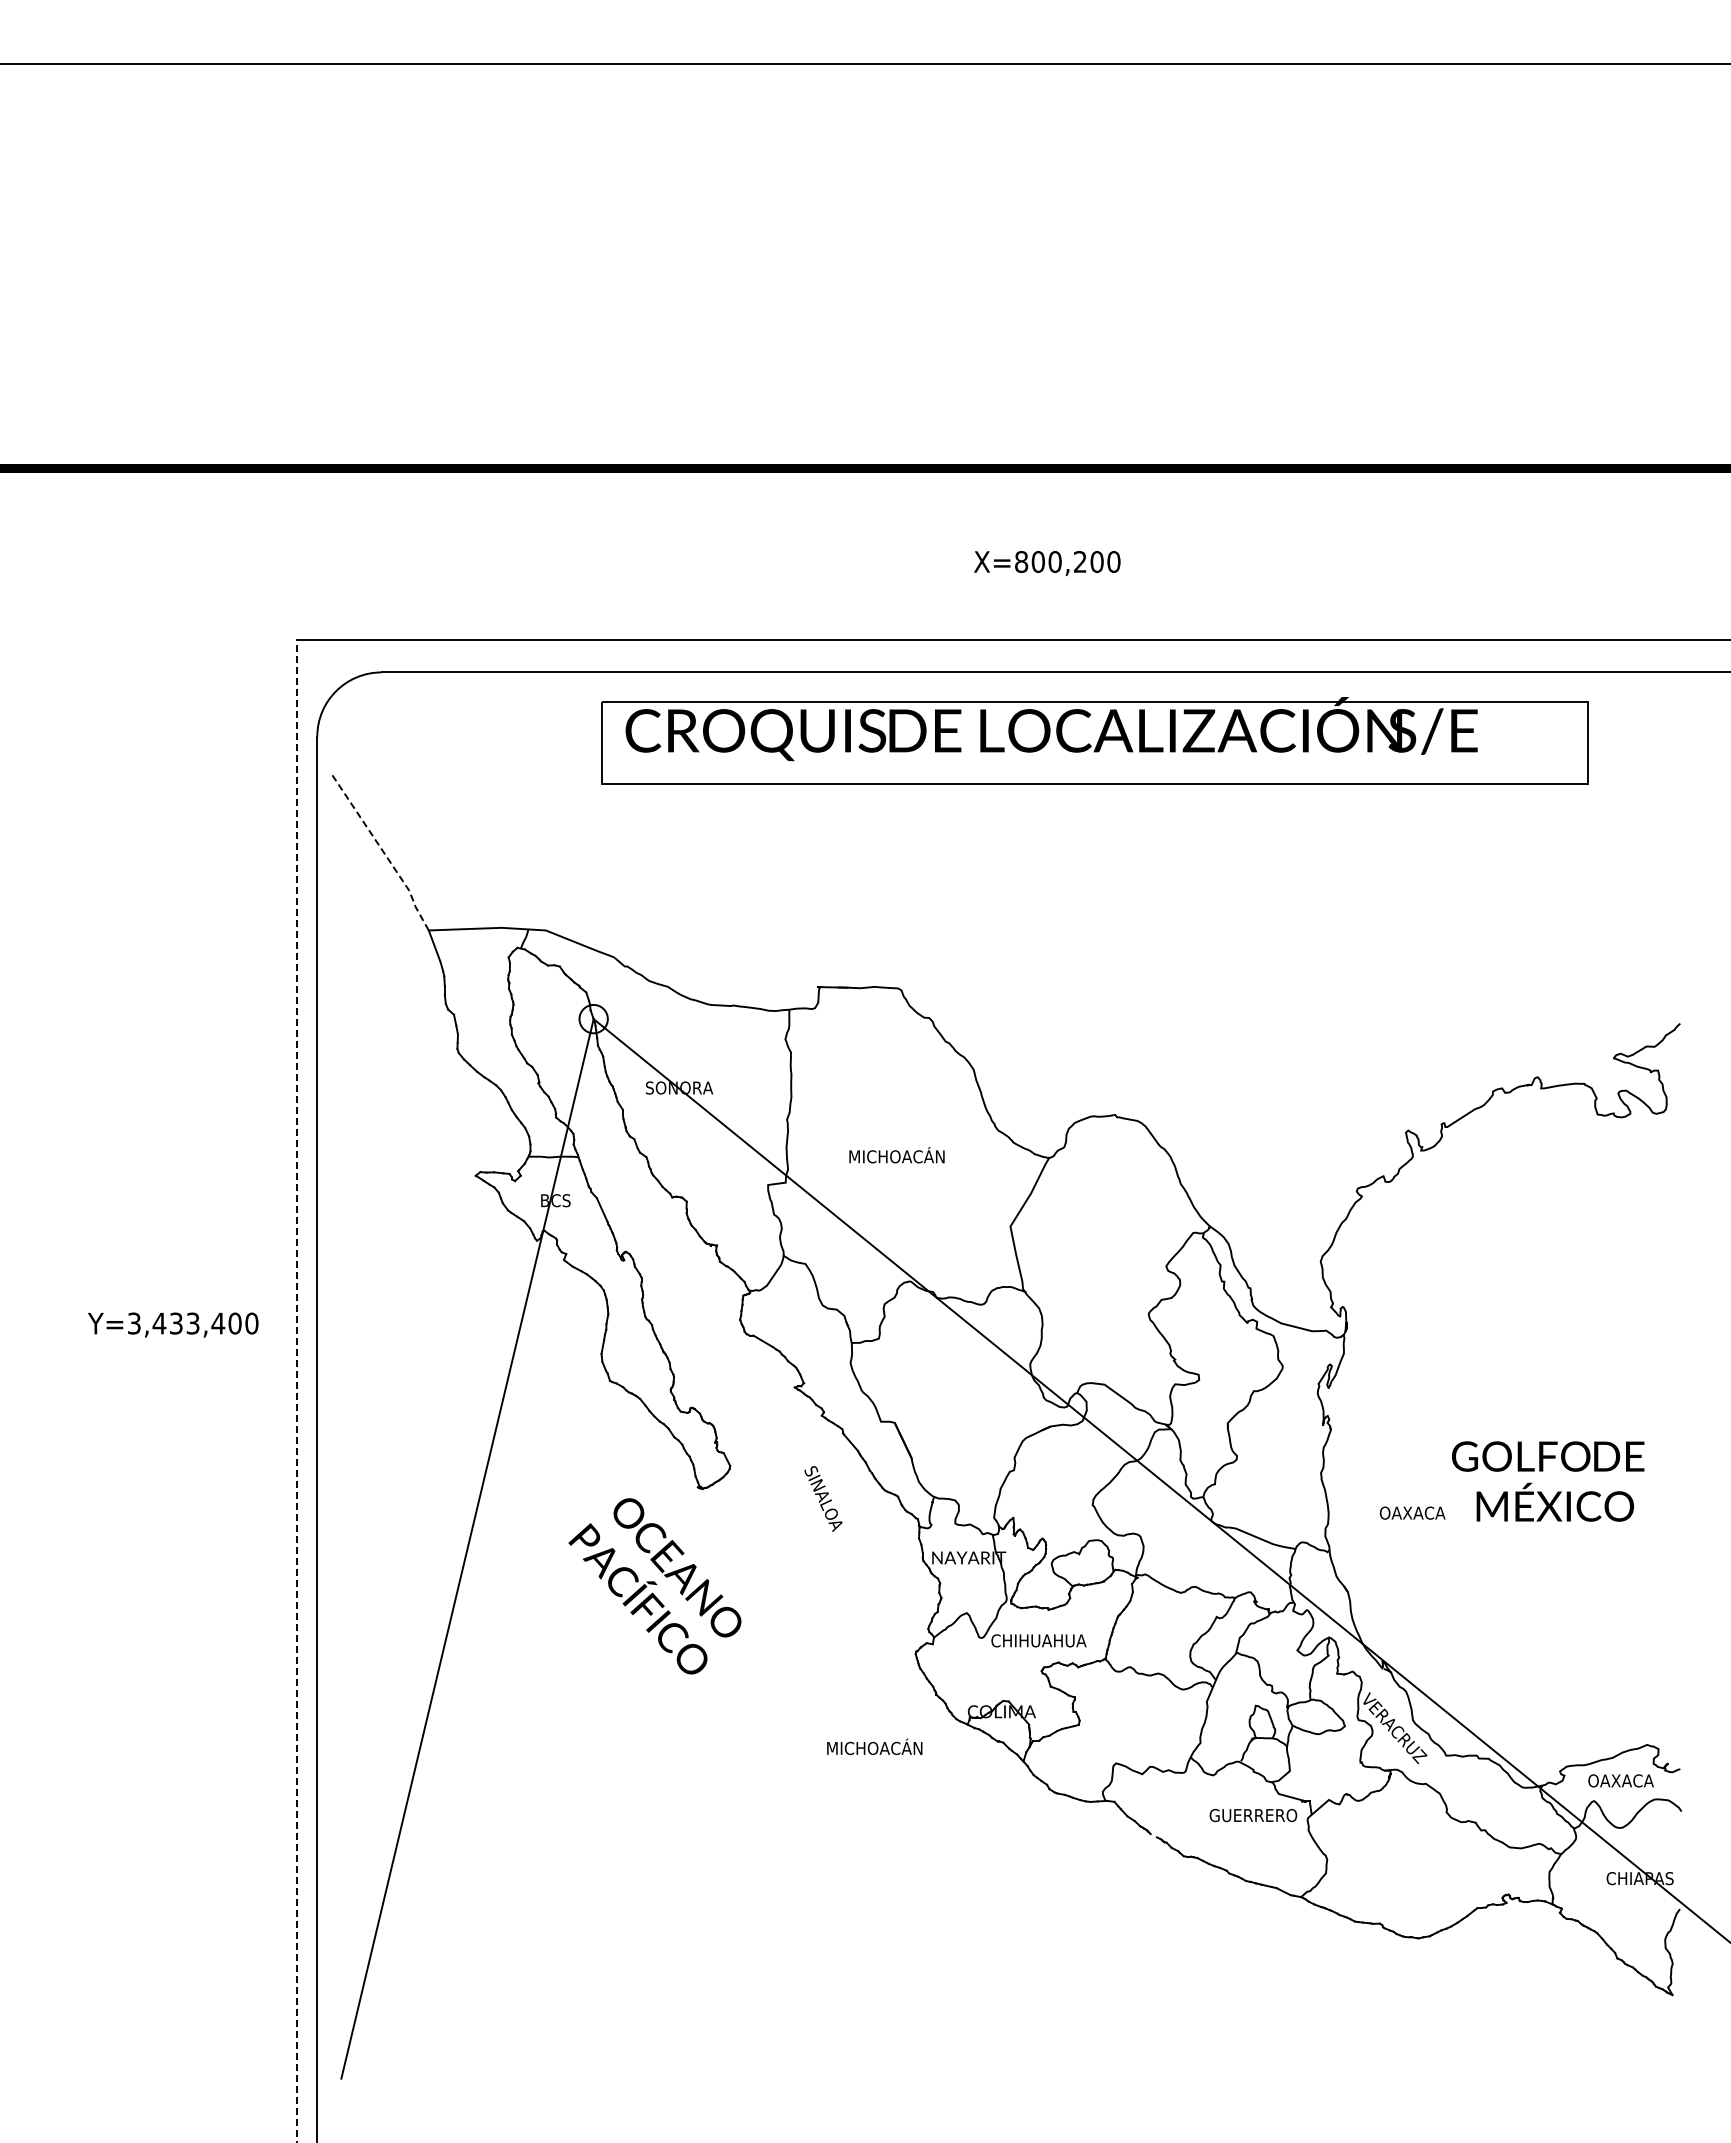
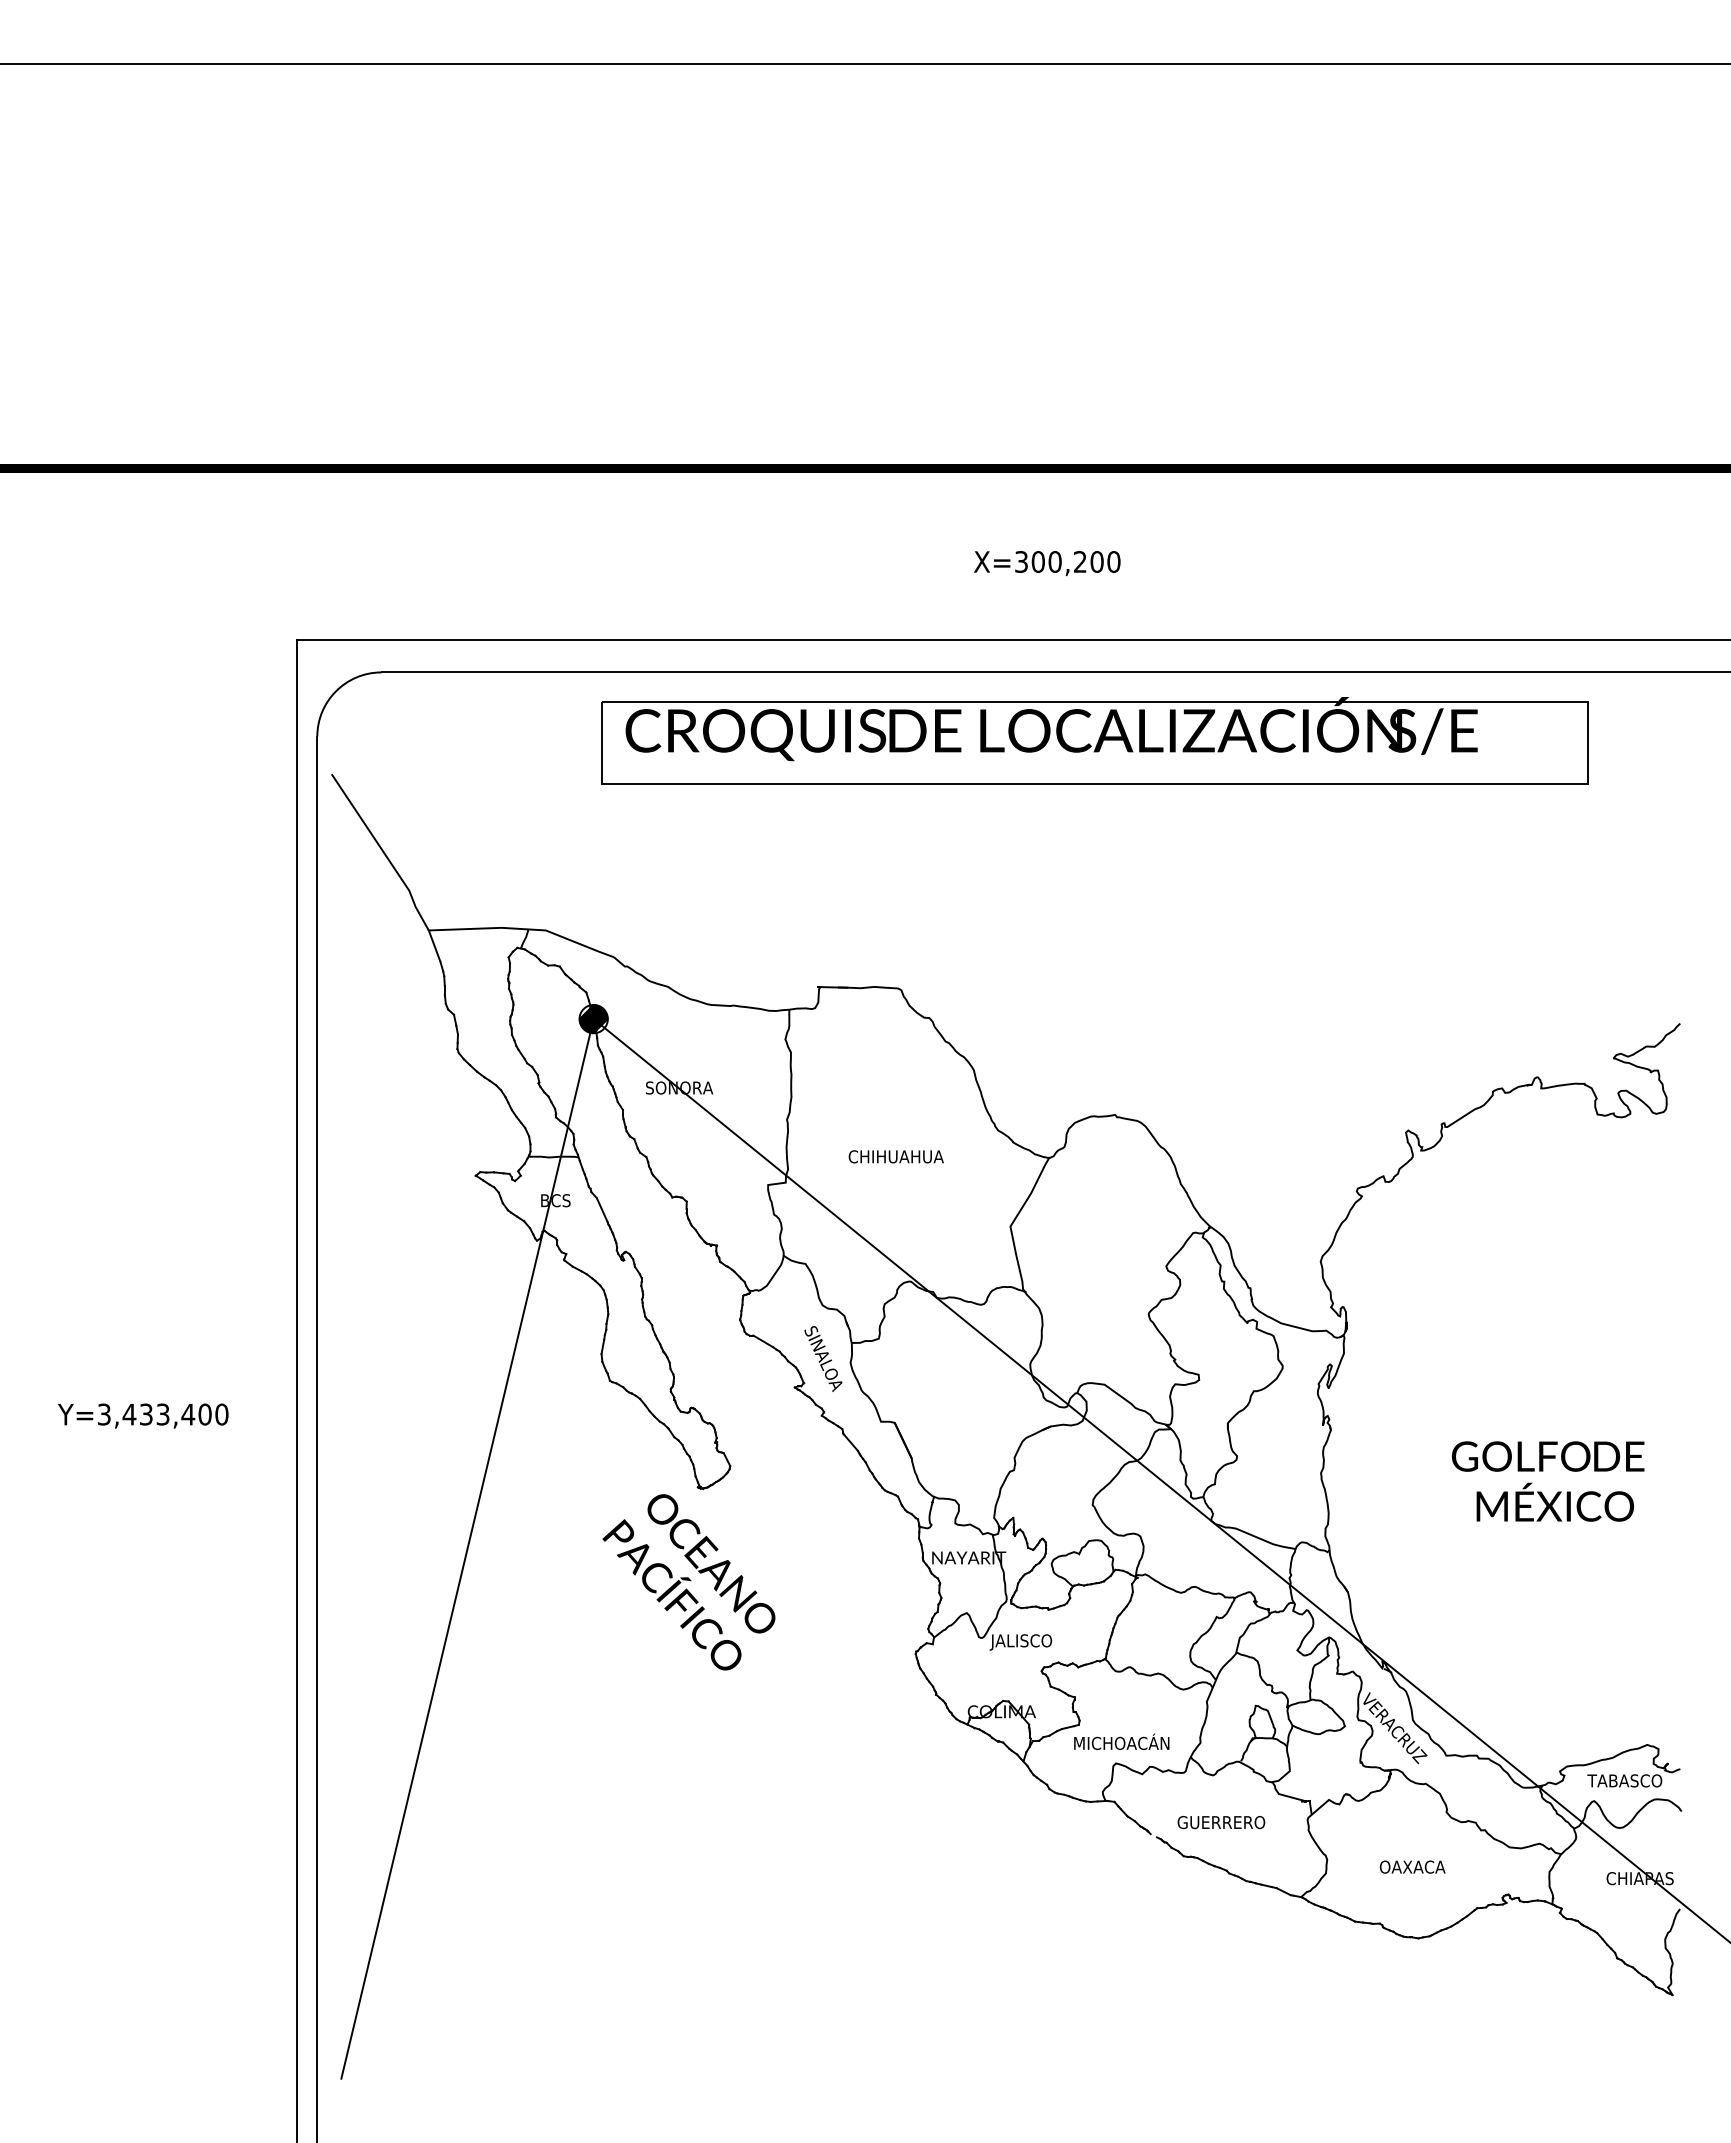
text at (1021, 561): X=800,200 -> X=300,200
line at (383, 852): dashed -> solid
hatch at (593, 1018): none -> present
text at (896, 1155): MICHOACÁN -> CHIHUAHUA
text at (173, 1324) position: (173, 1324) -> (143, 1415)
line at (296, 1391): dashed -> solid
text at (823, 1498) position: (823, 1498) -> (823, 1358)
text at (1412, 1512) position: (1412, 1512) -> (1412, 1866)
text at (654, 1586) position: (654, 1586) -> (688, 1582)
text at (1037, 1642): CHIHUAHUA -> JALISCO
text at (874, 1746) position: (874, 1746) -> (1121, 1741)
text at (1624, 1780): OAXACA -> TABASCO
text at (1253, 1815) position: (1253, 1815) -> (1221, 1822)
